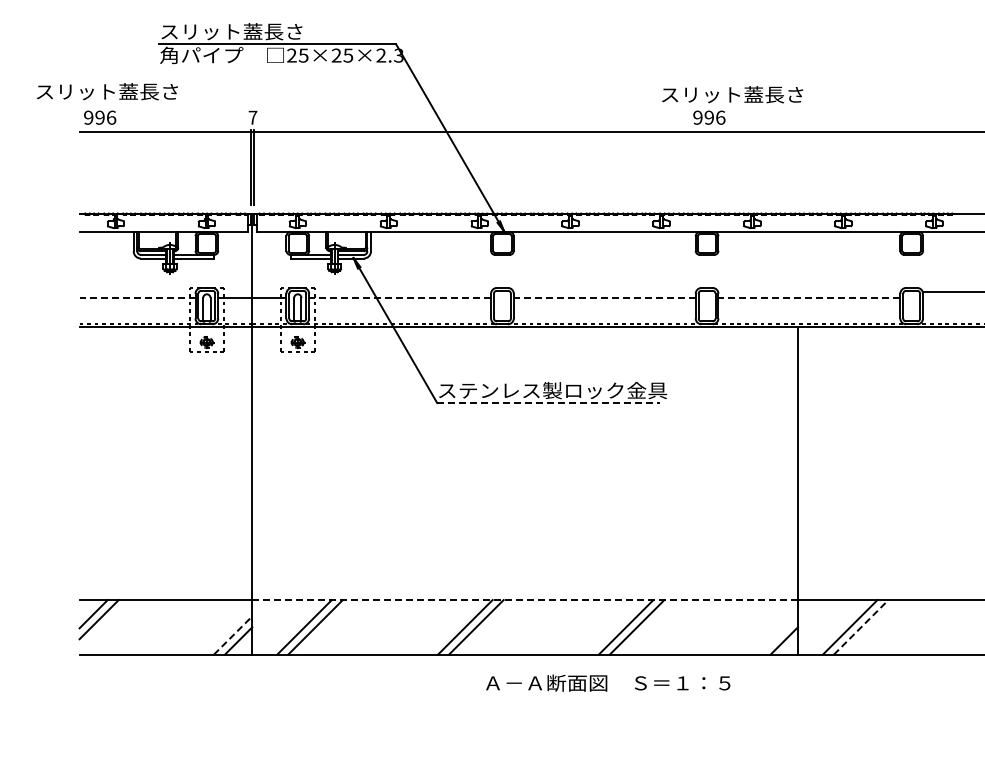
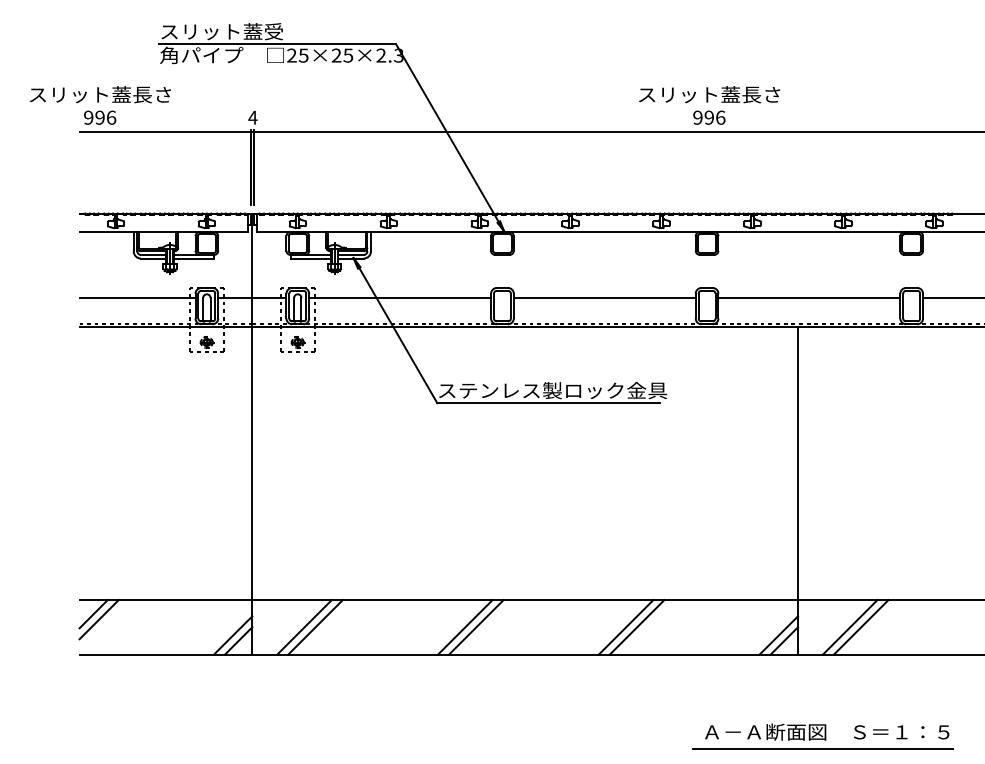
text at (283, 31): スリット蓋長さ -> スリット蓋受
text at (106, 91) position: (106, 91) -> (99, 94)
text at (732, 94) position: (732, 94) -> (709, 94)
text at (252, 117): 7 -> 4
line at (952, 292) position: (952, 292) -> (952, 298)
line at (137, 298): dashed -> solid
line at (400, 298): dashed -> solid
line at (604, 298): dashed -> solid
line at (809, 298): dashed -> solid
line at (548, 403): dashed -> solid
line at (525, 600): dashed -> solid
line at (861, 627): dashed -> solid
line at (233, 635): dashed -> solid
line at (778, 635): none -> present
text at (608, 682) position: (608, 682) -> (827, 731)
line at (823, 748): none -> present
